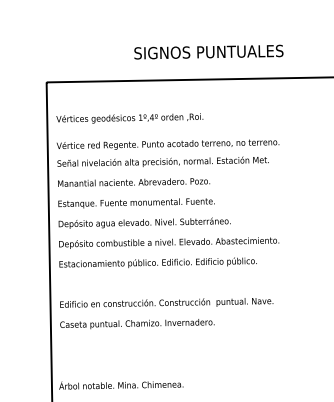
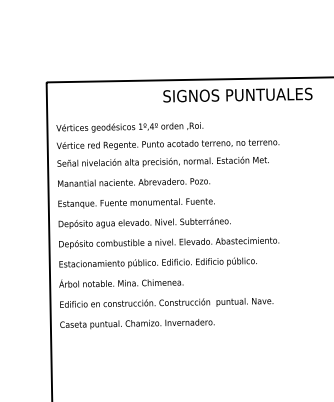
text at (208, 51) position: (208, 51) -> (237, 94)
text at (129, 118) position: (129, 118) -> (129, 127)
text at (121, 385) position: (121, 385) -> (121, 283)
